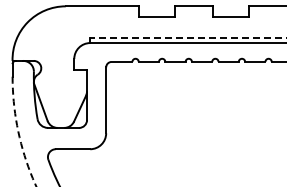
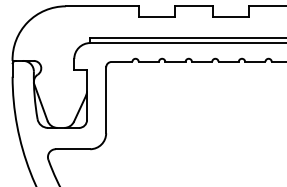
line at (188, 37): dashed -> solid
arc at (18, 133): dashed -> solid
